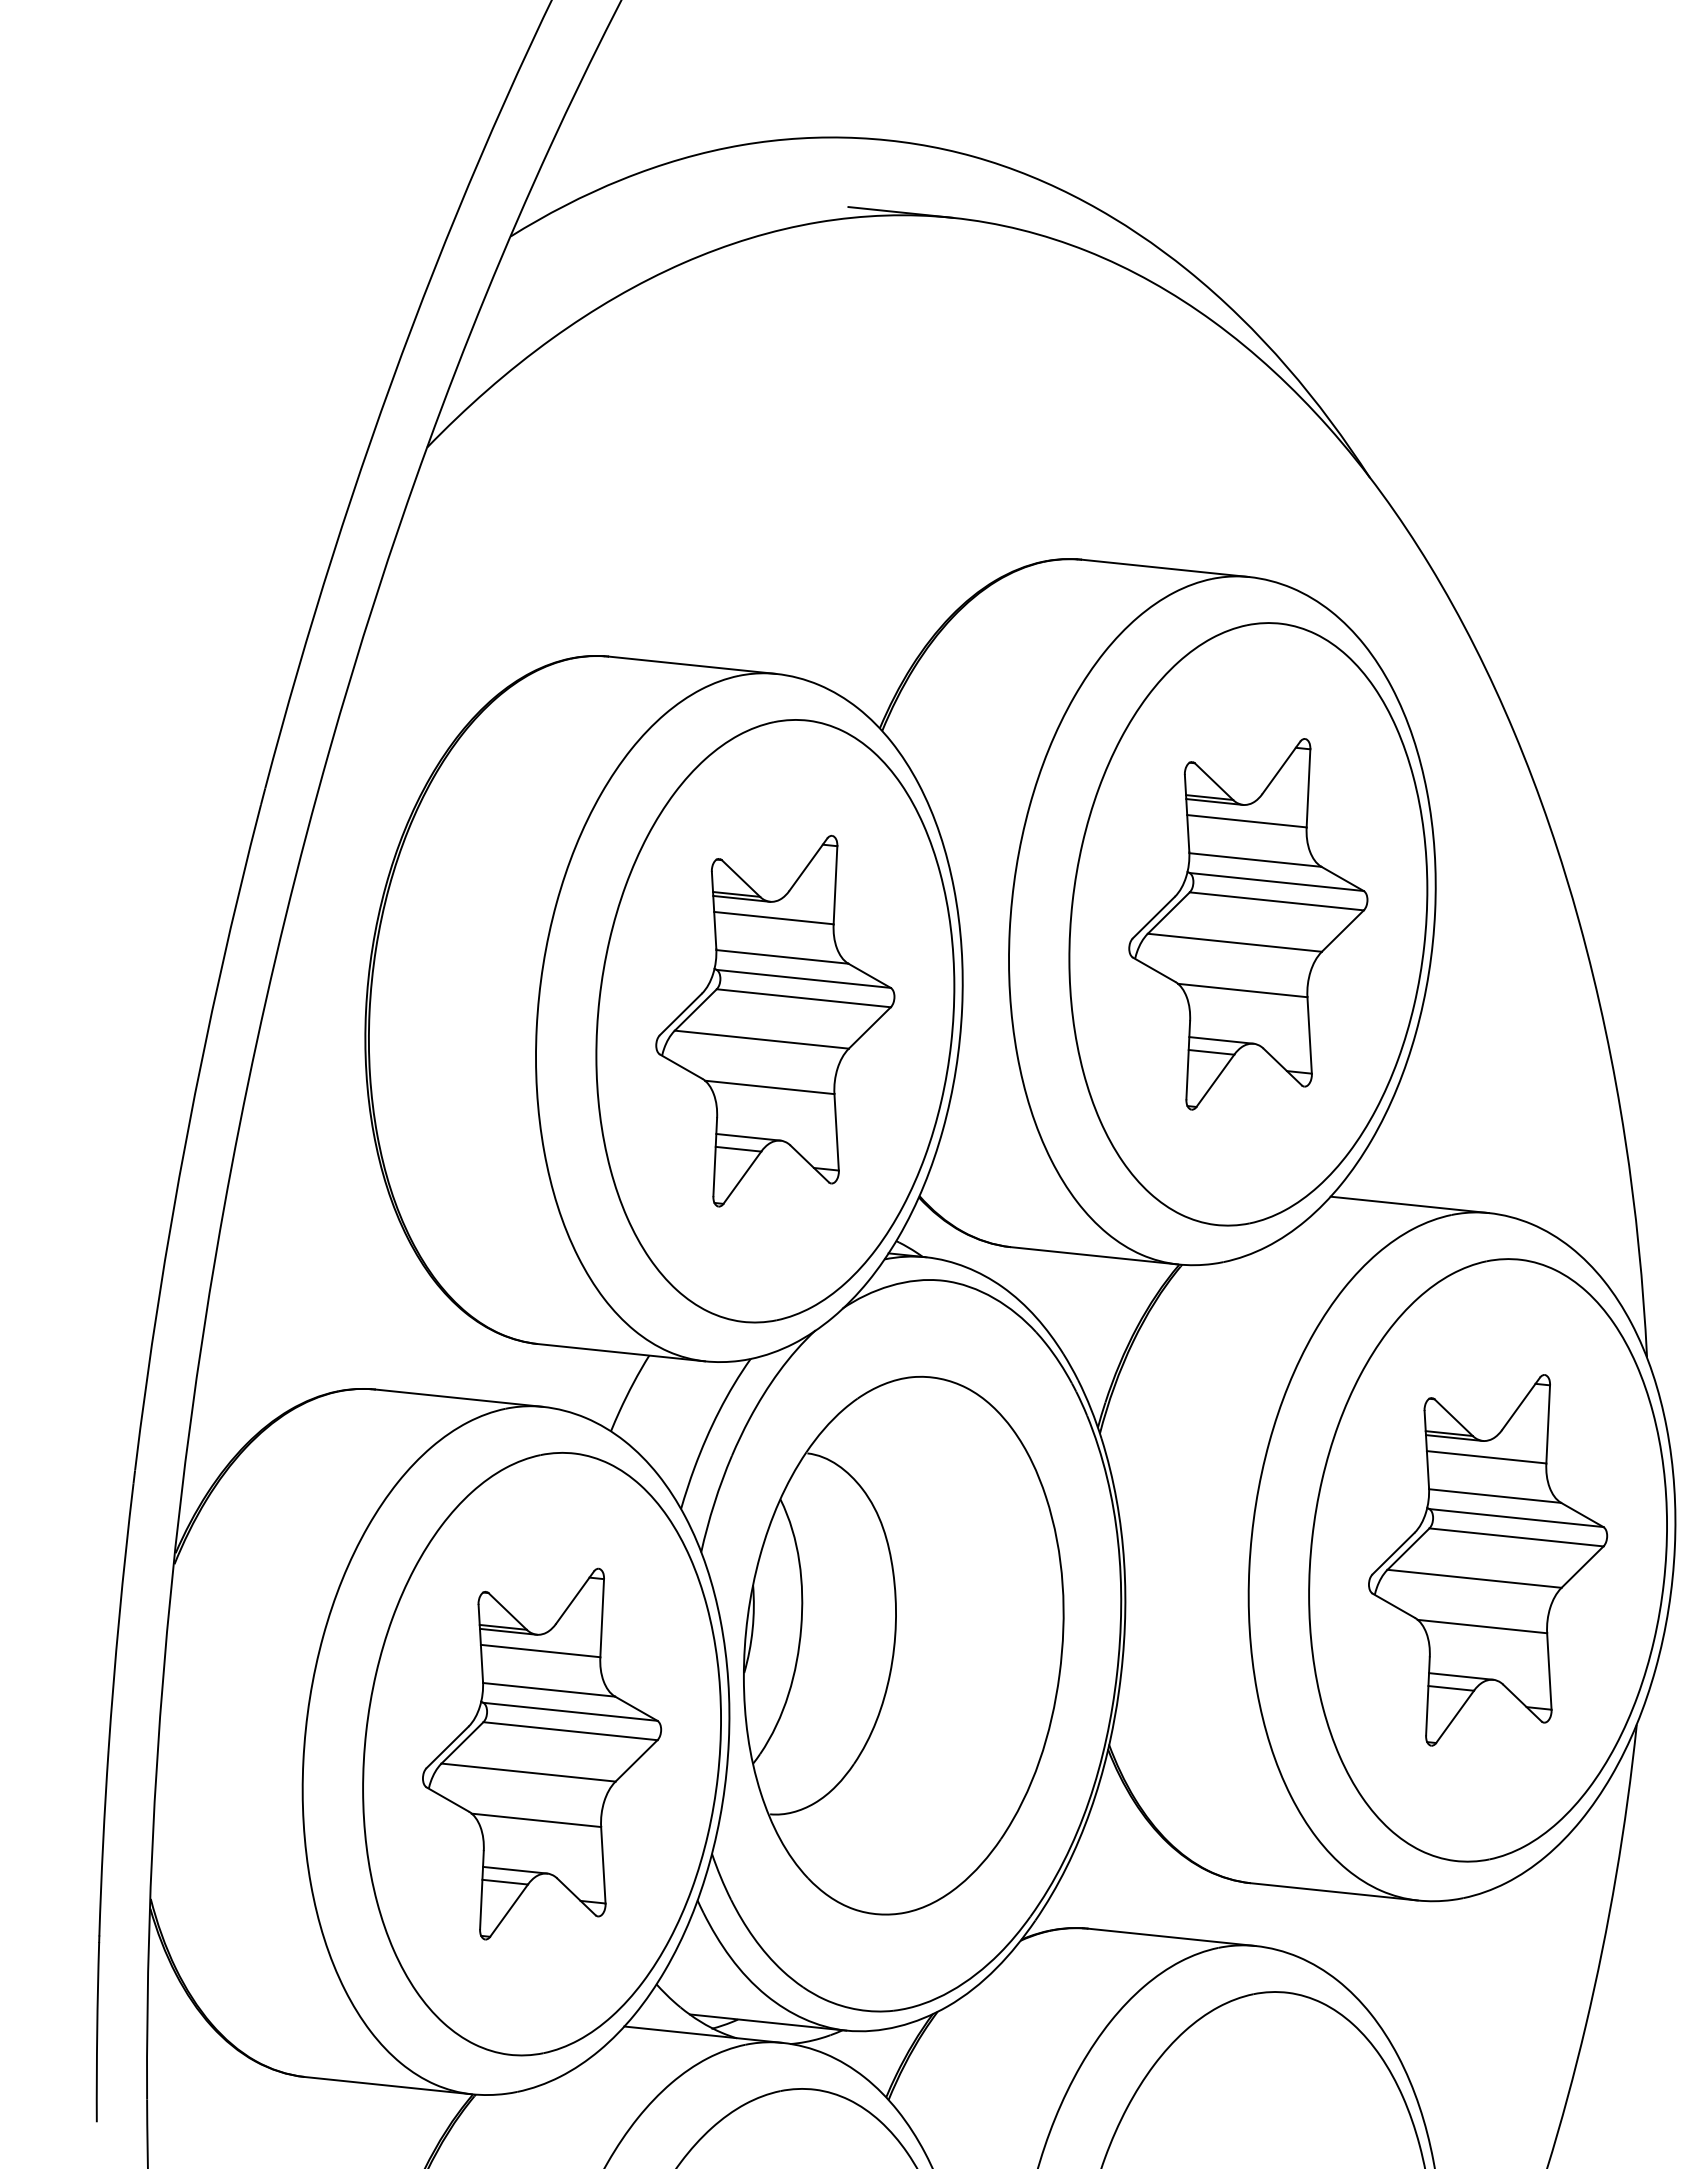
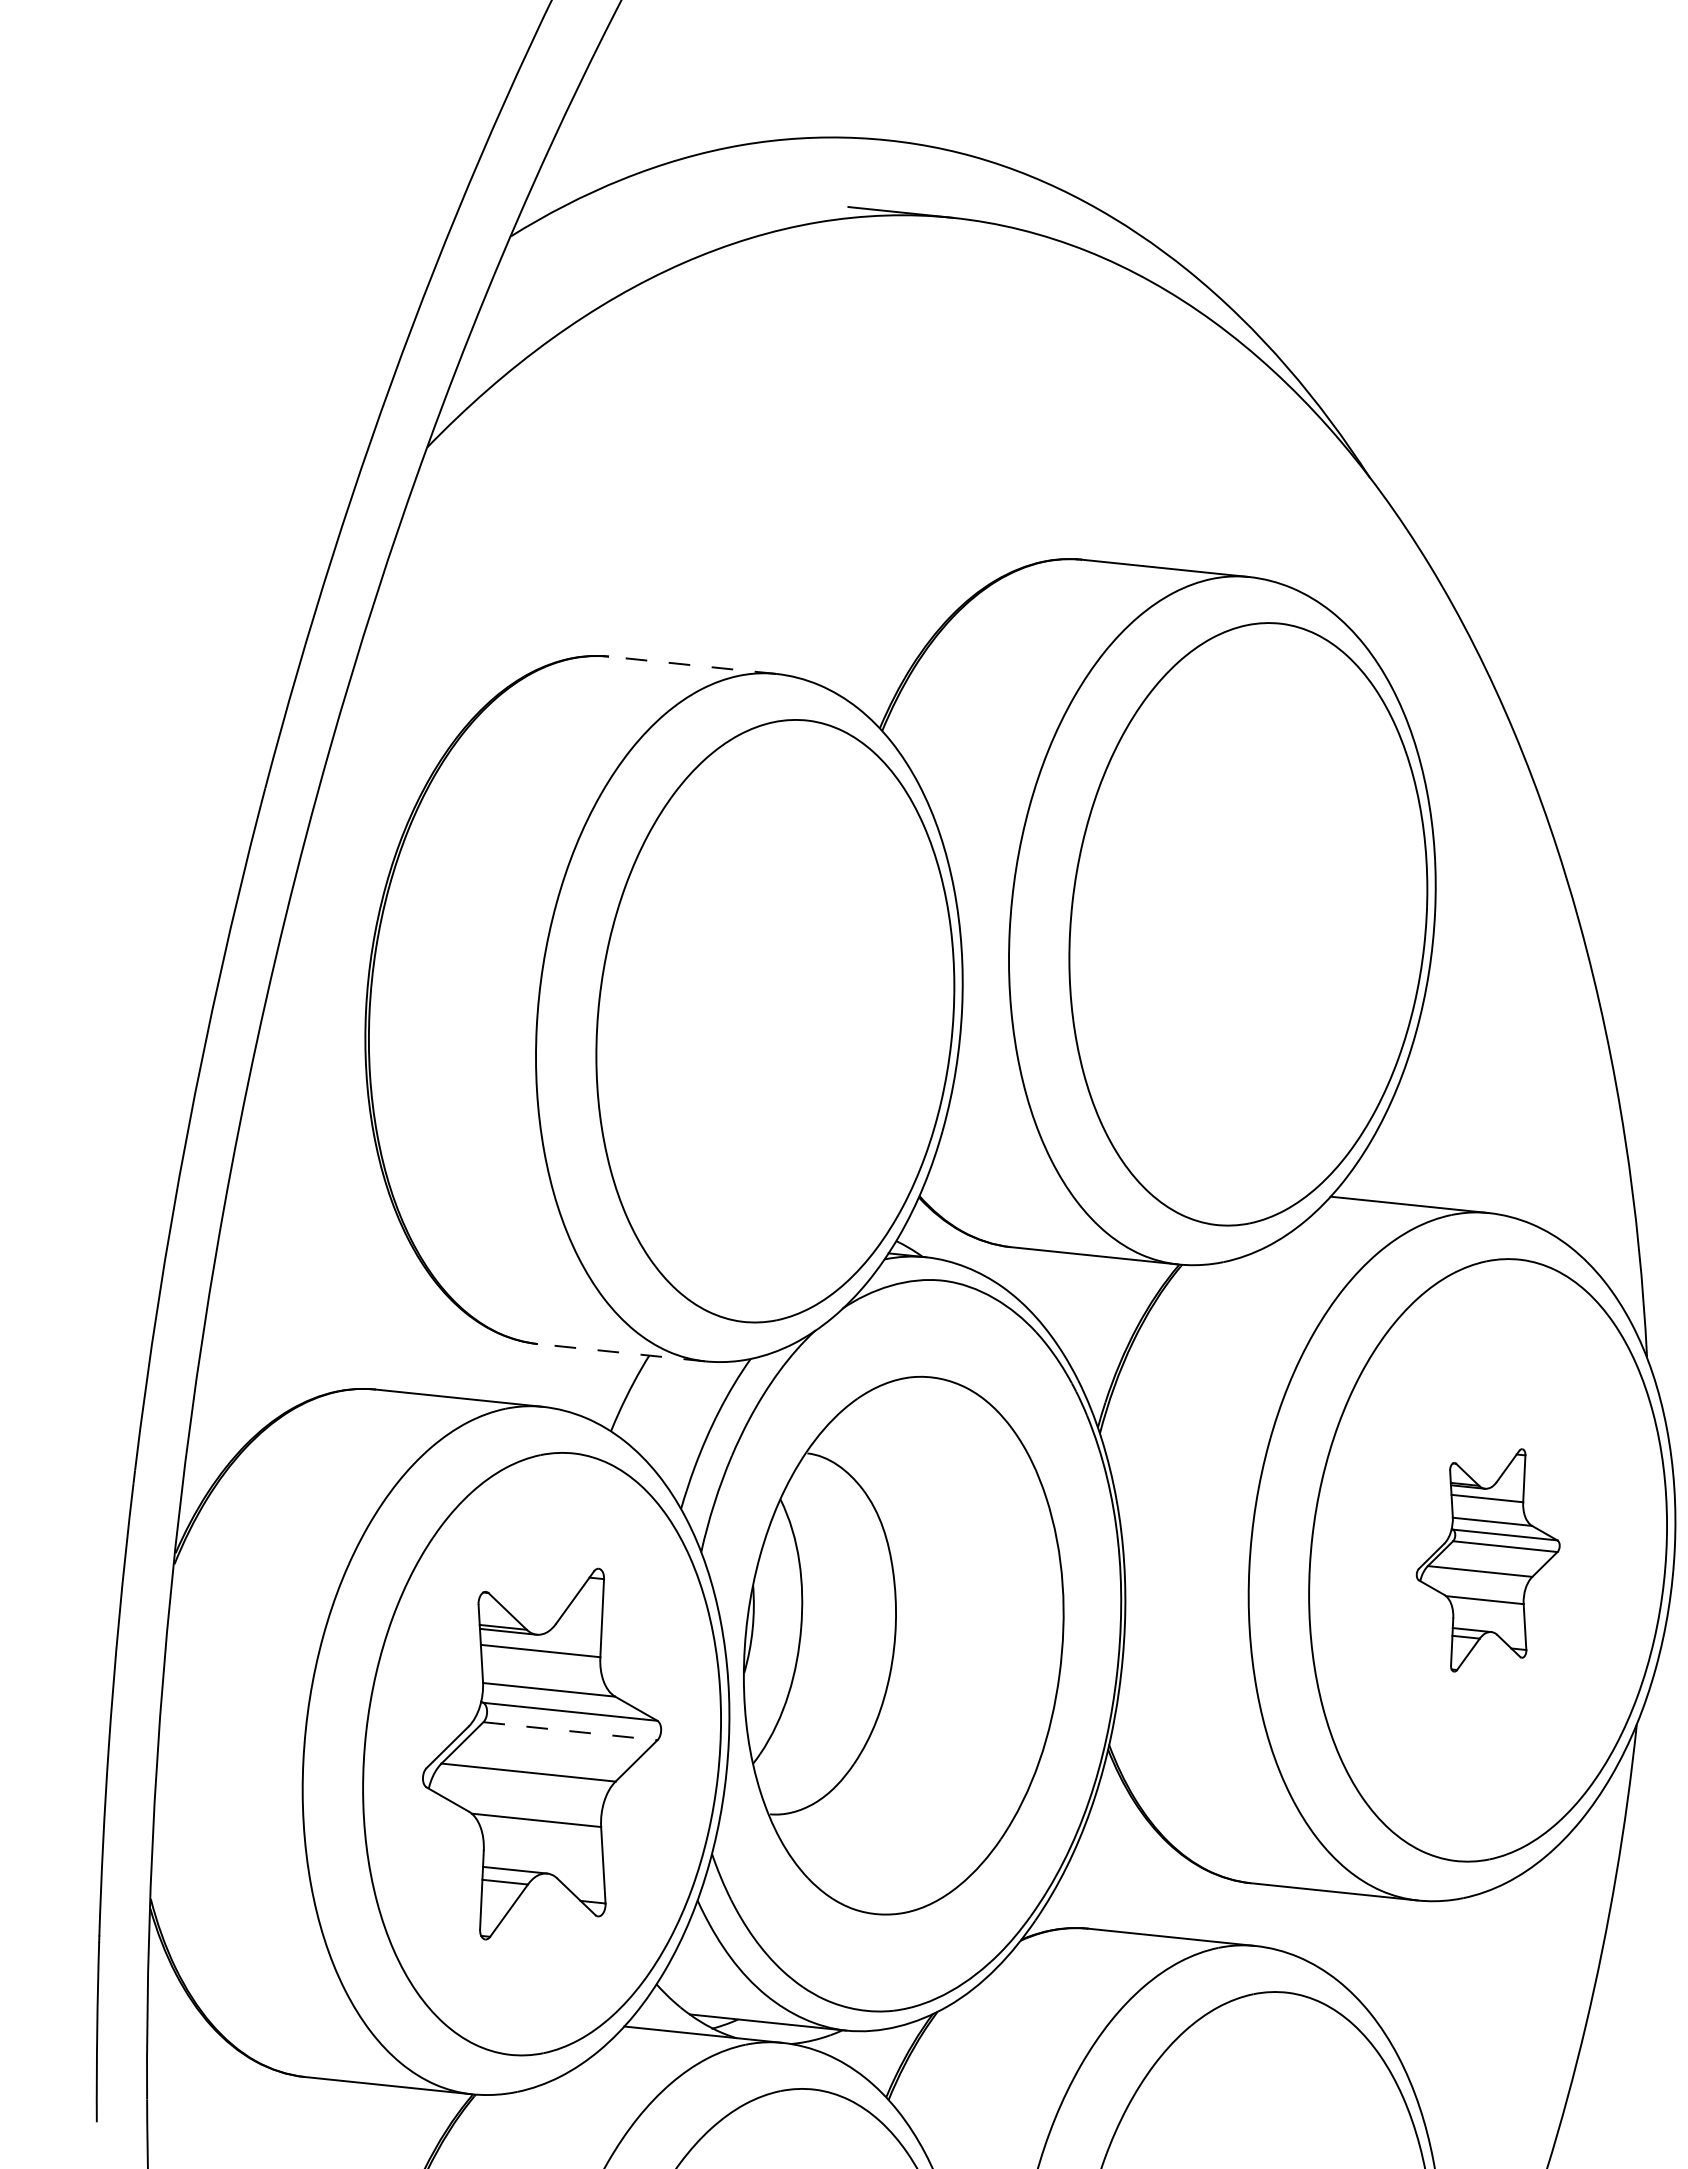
line at (692, 665): solid -> dashed
part at (1248, 924): present -> none
part at (775, 1020): present -> none
line at (621, 1352): solid -> dashed
part at (1488, 1560) size: 241x373 px -> 146x225 px
line at (571, 1731): solid -> dashed
